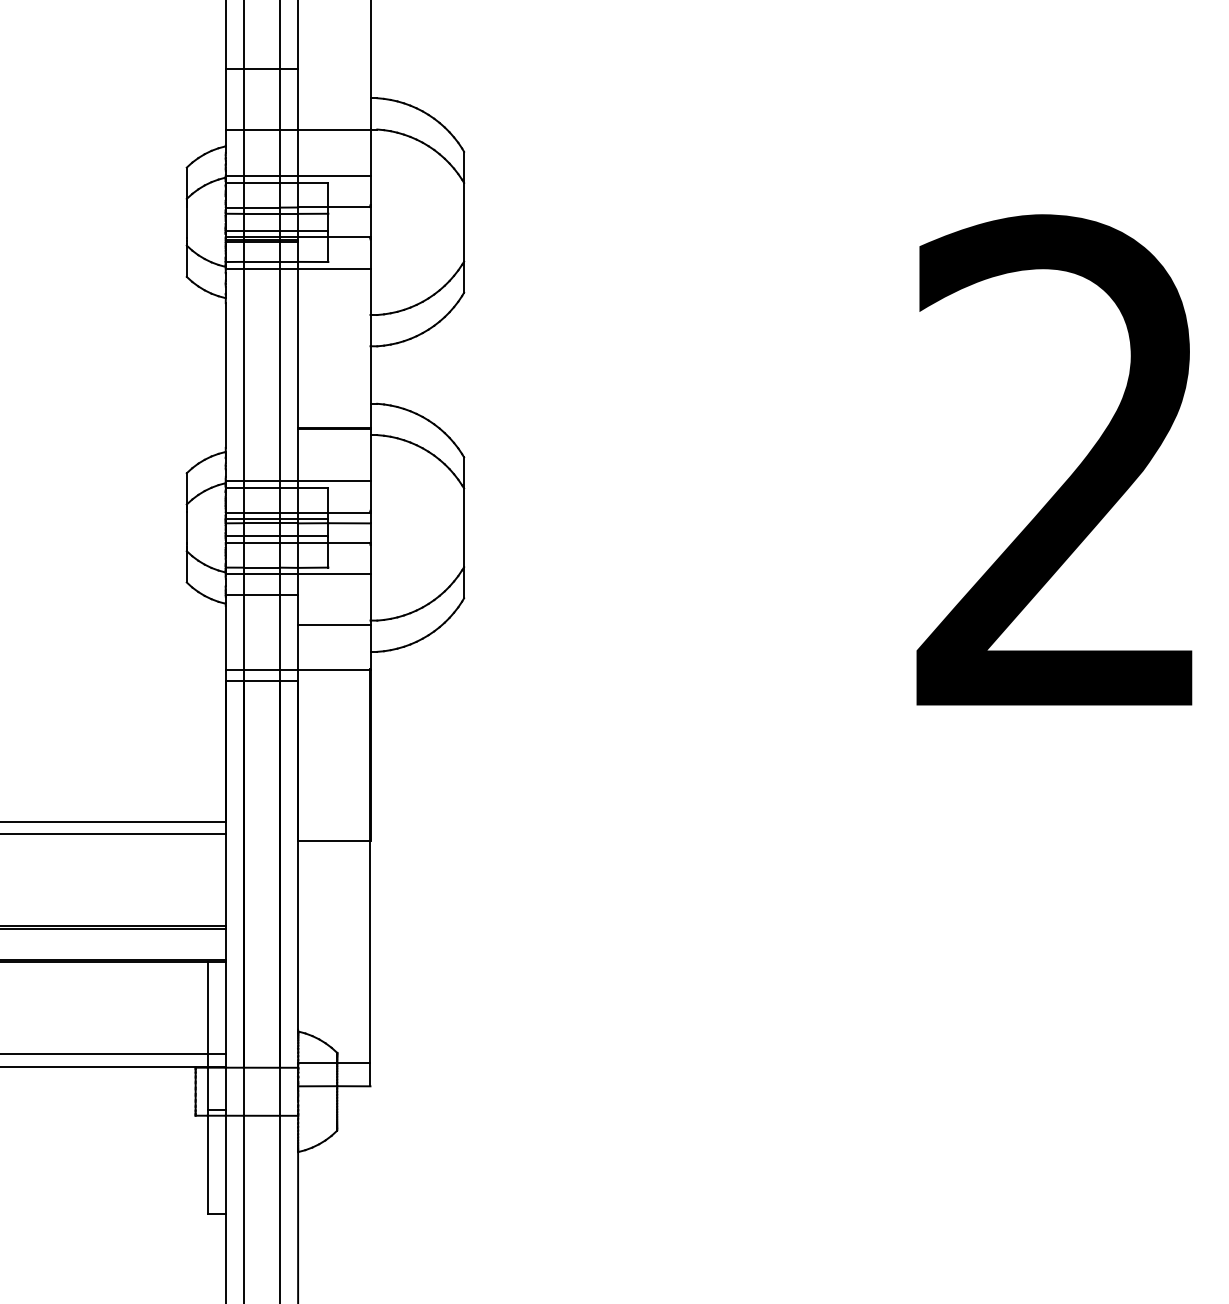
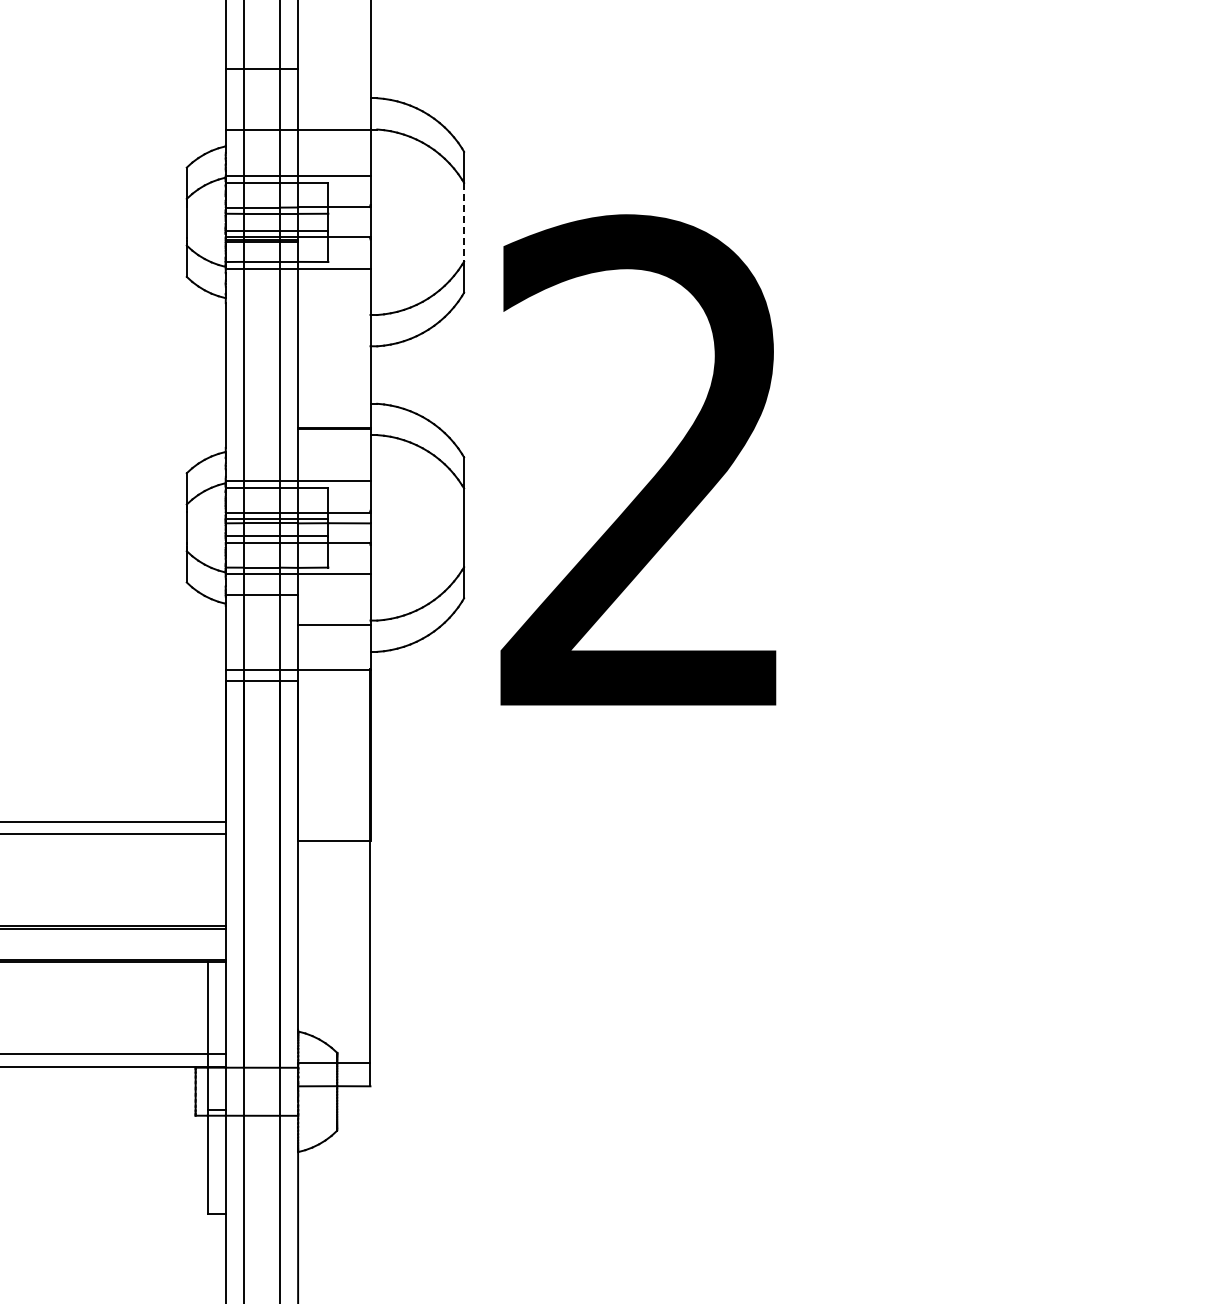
line at (464, 222): solid -> dashed
text at (1054, 459) position: (1054, 459) -> (638, 459)
